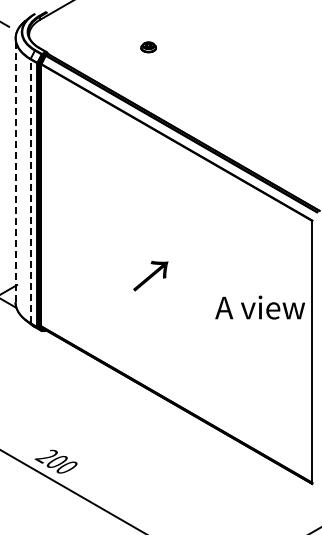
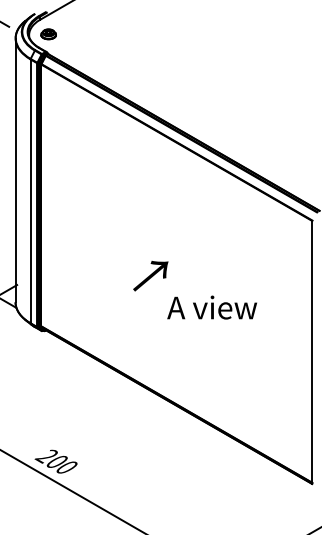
part at (148, 47) position: (148, 47) -> (48, 34)
line at (15, 170): dashed -> solid
line at (30, 191): dashed -> solid
text at (259, 307) position: (259, 307) -> (211, 307)
